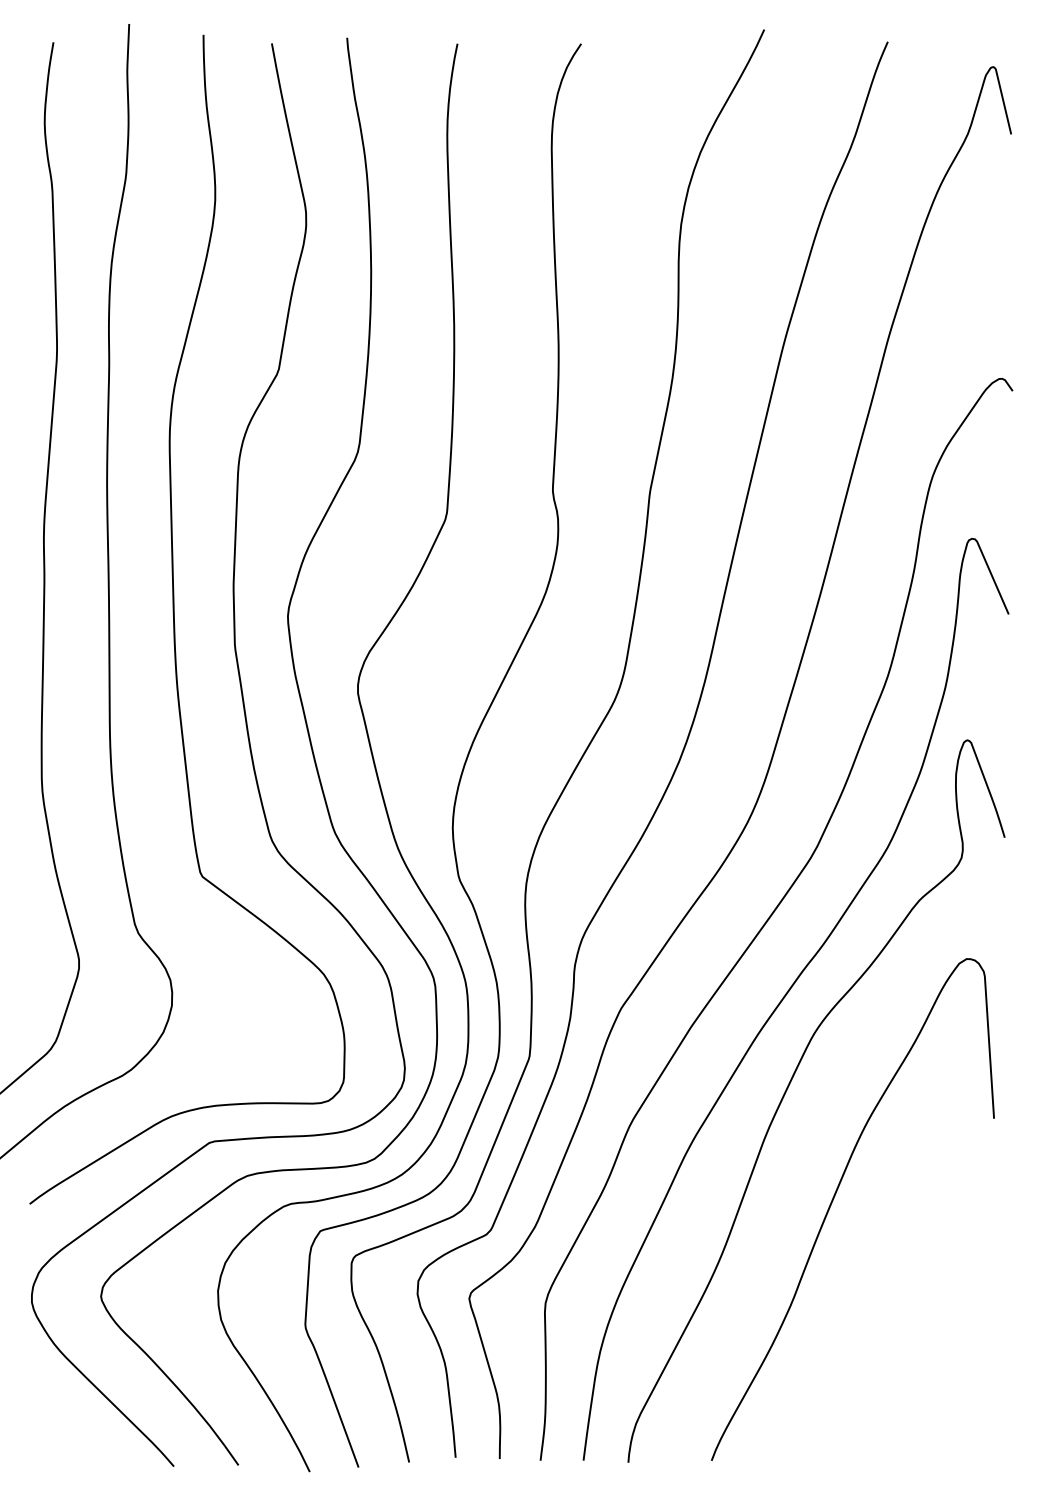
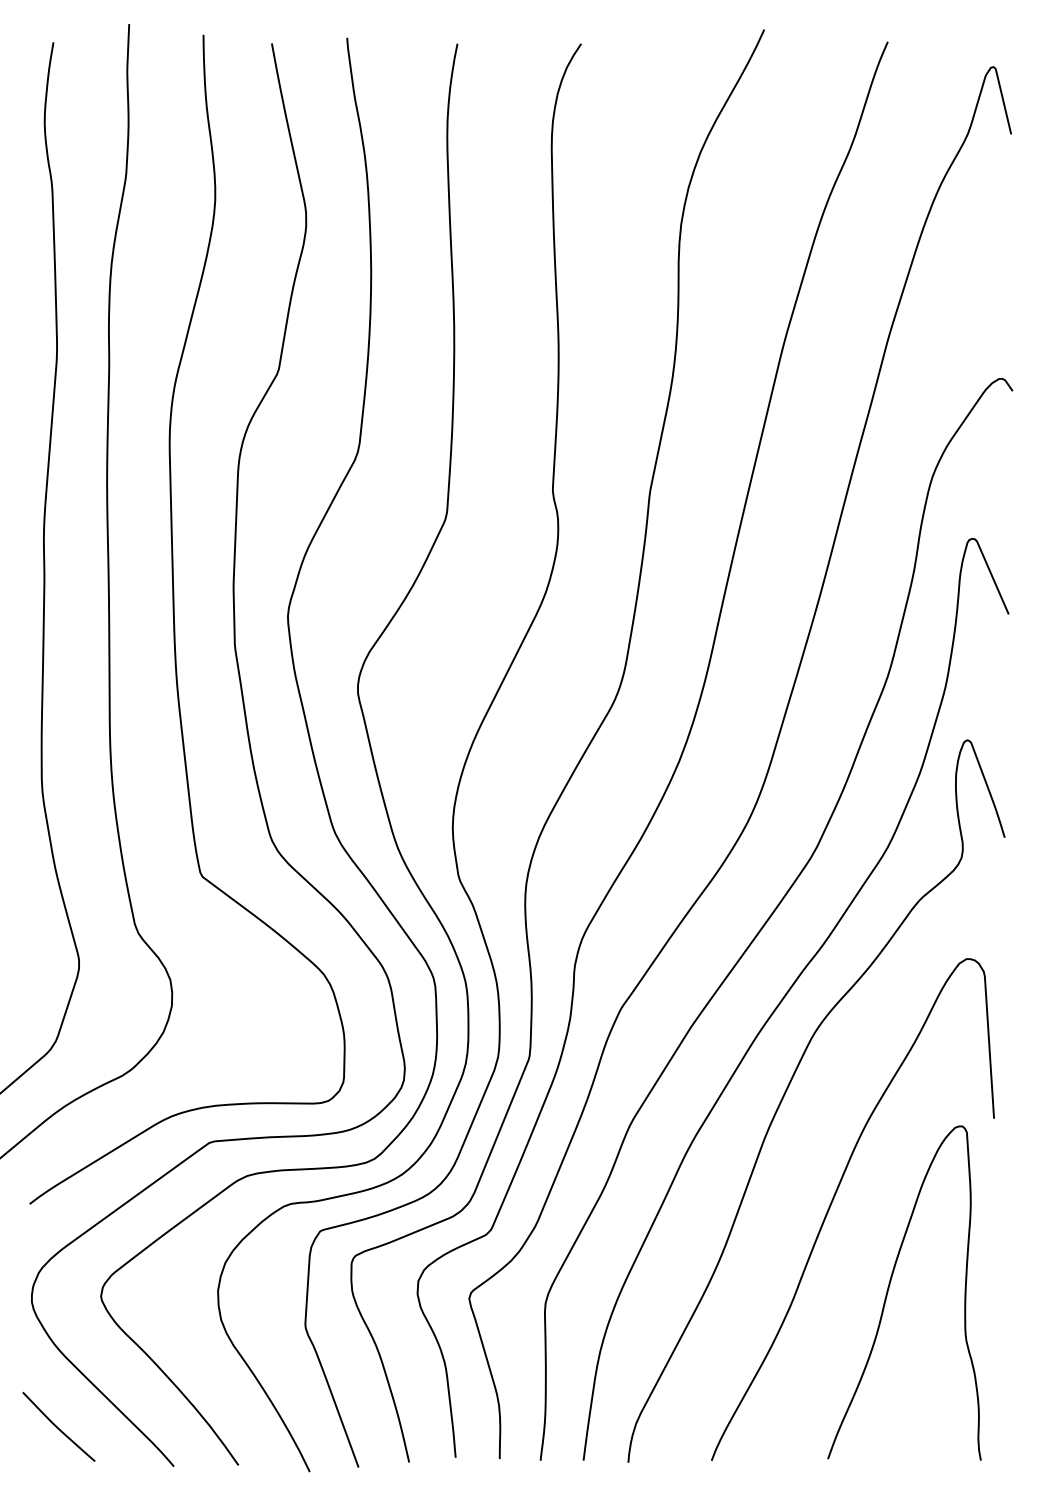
curve at (889, 1288): none -> present
curve at (57, 1426): none -> present
